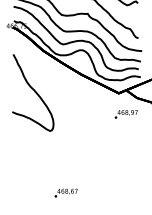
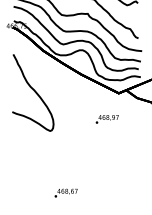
text at (125, 114) position: (125, 114) -> (106, 119)
